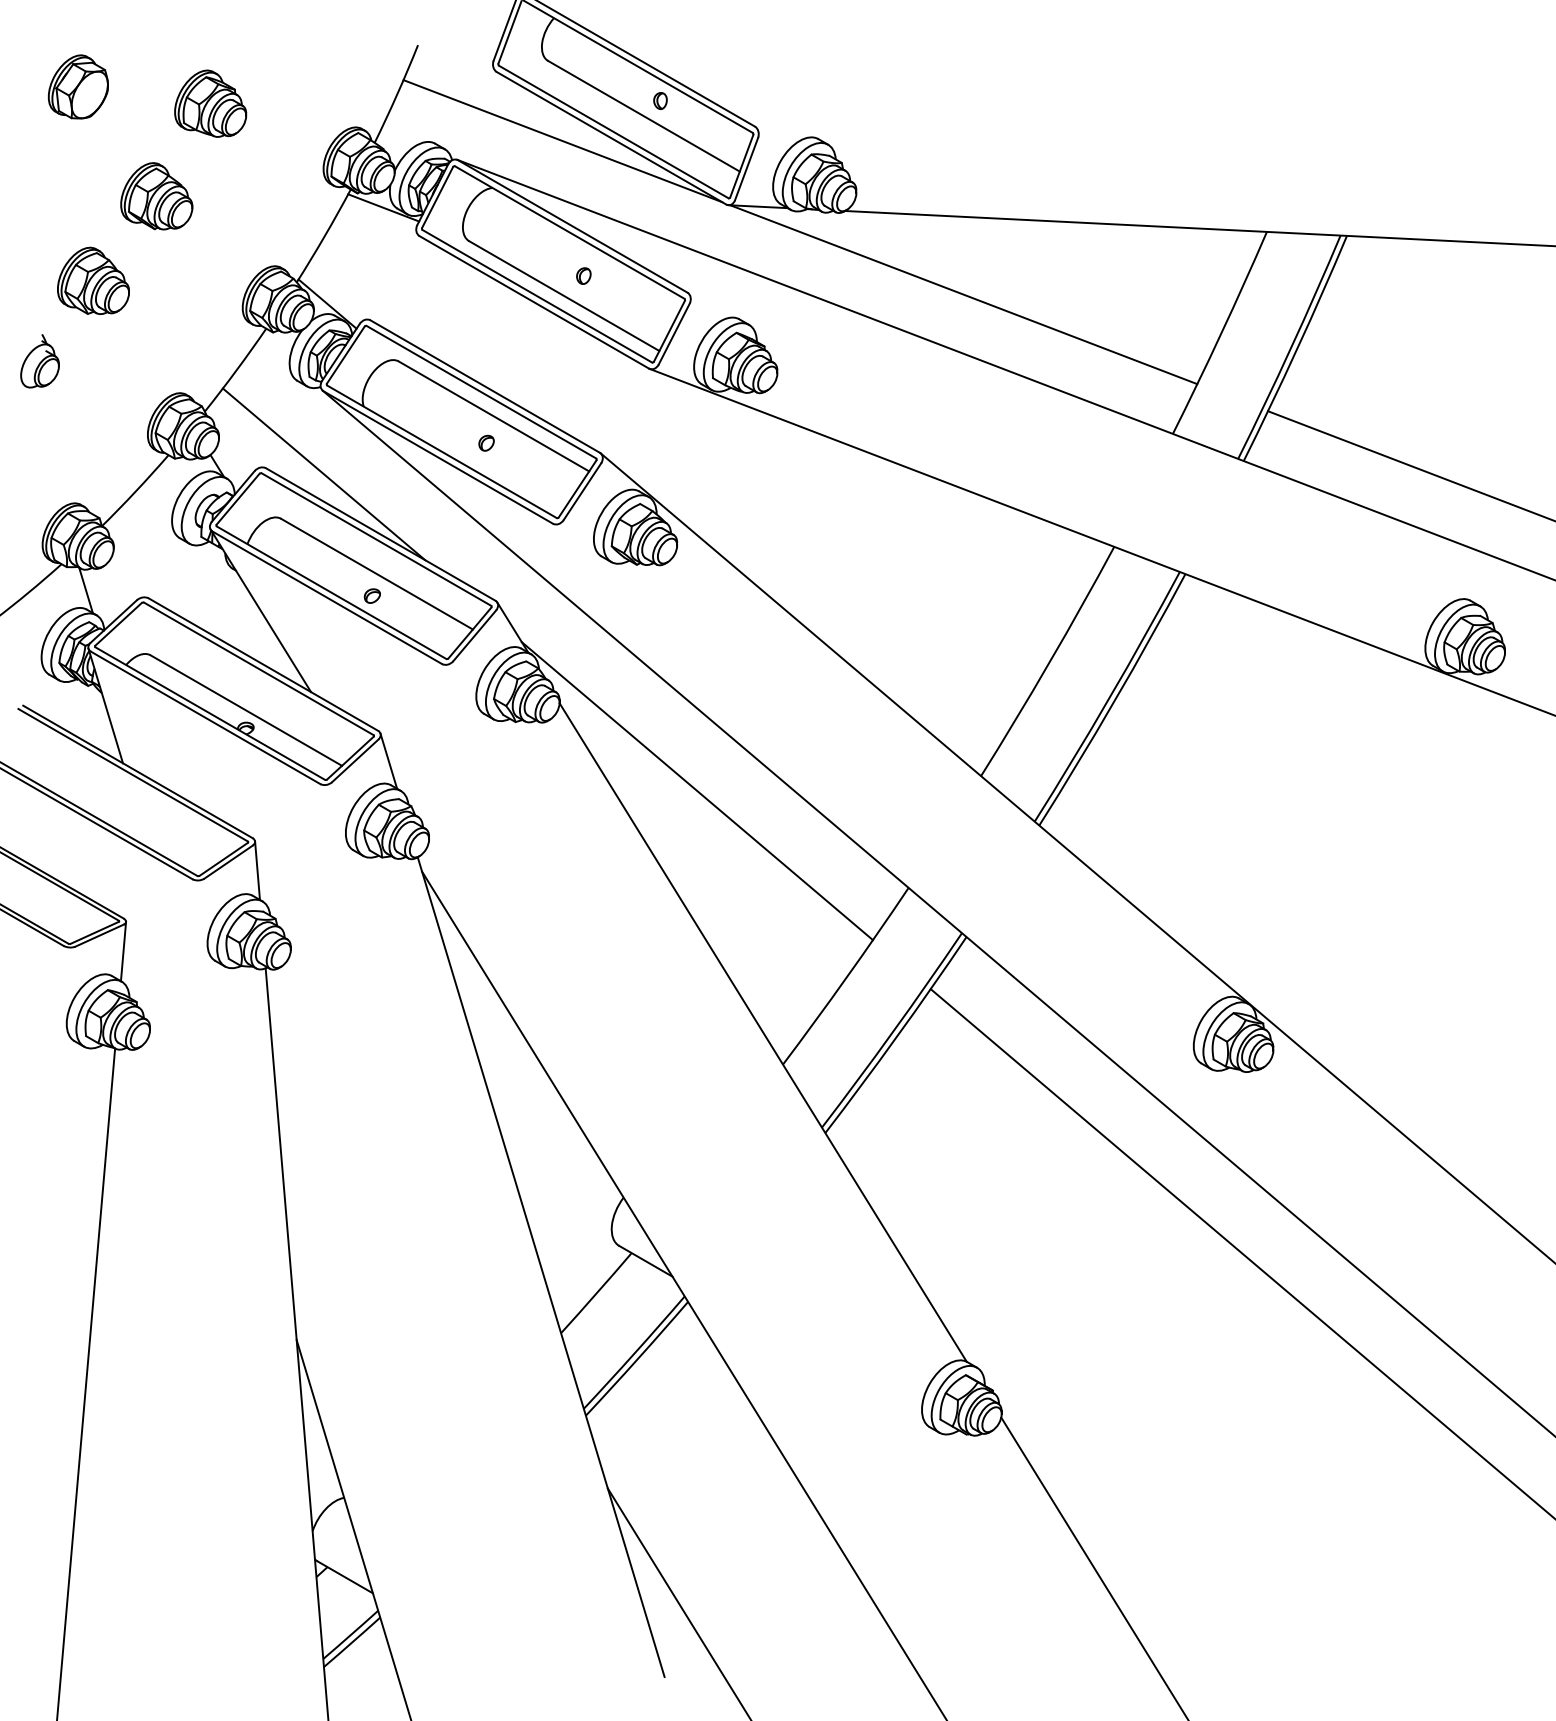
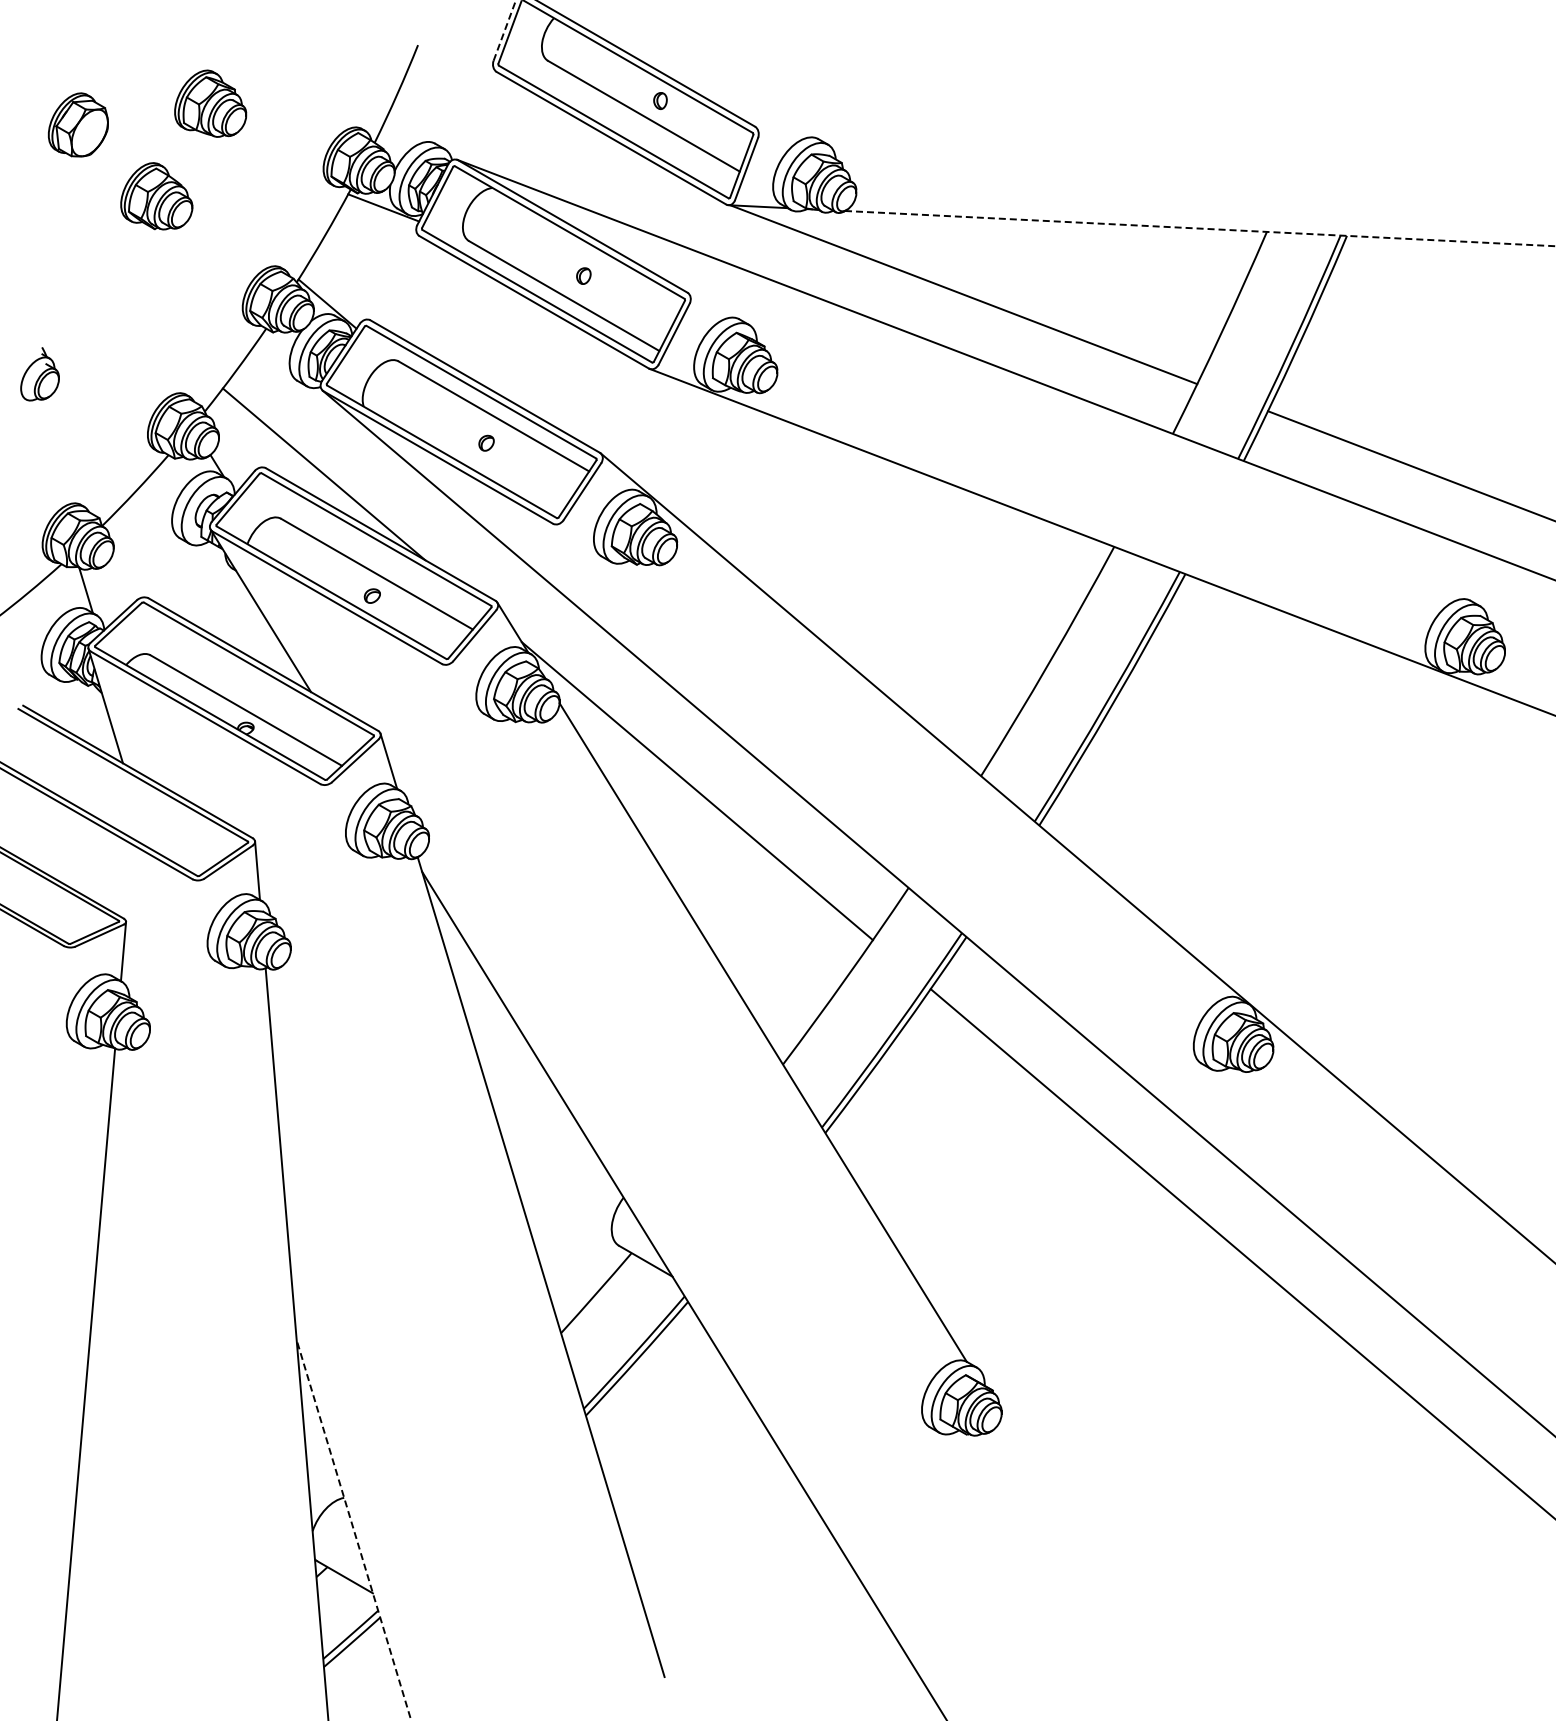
line at (504, 30): solid -> dashed
part at (77, 86) position: (77, 86) -> (77, 124)
line at (562, 141): present -> none
line at (1200, 228): solid -> dashed
part at (93, 280): present -> none
part at (39, 361) position: (39, 361) -> (39, 374)
line at (353, 1529): solid -> dashed
line at (1093, 1567): present -> none
line at (678, 1602): present -> none
